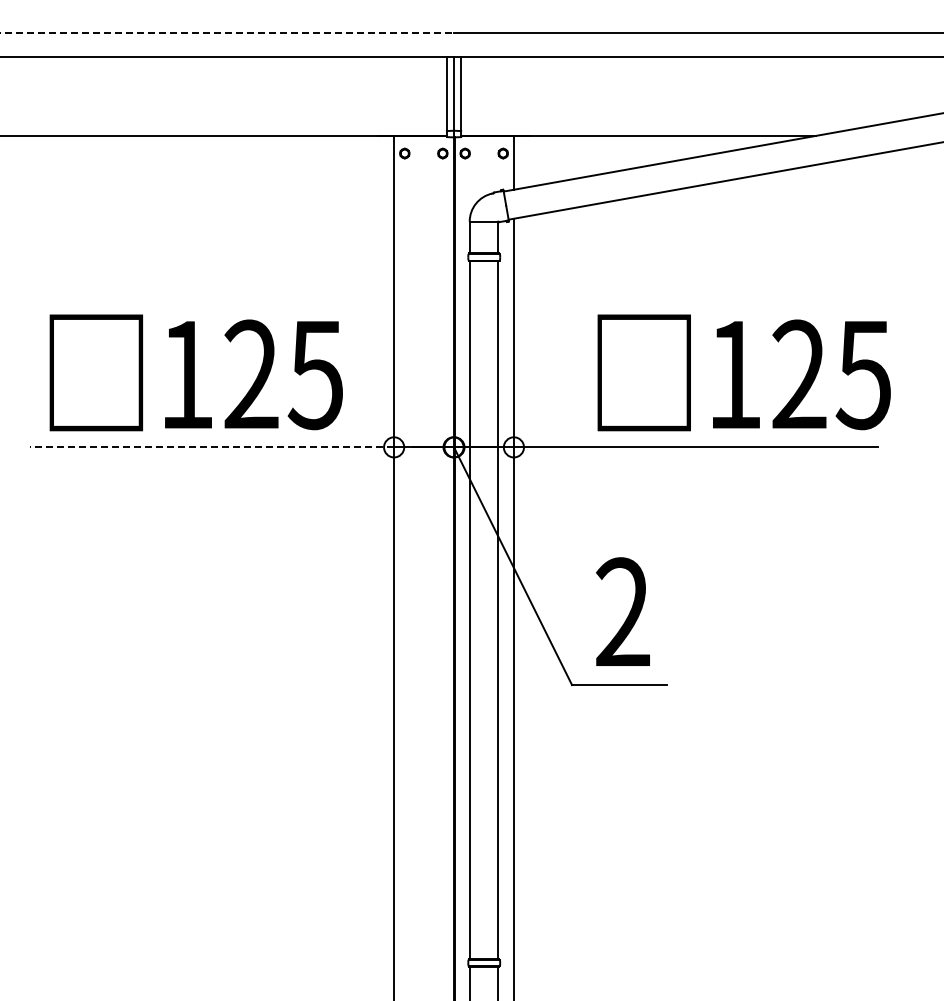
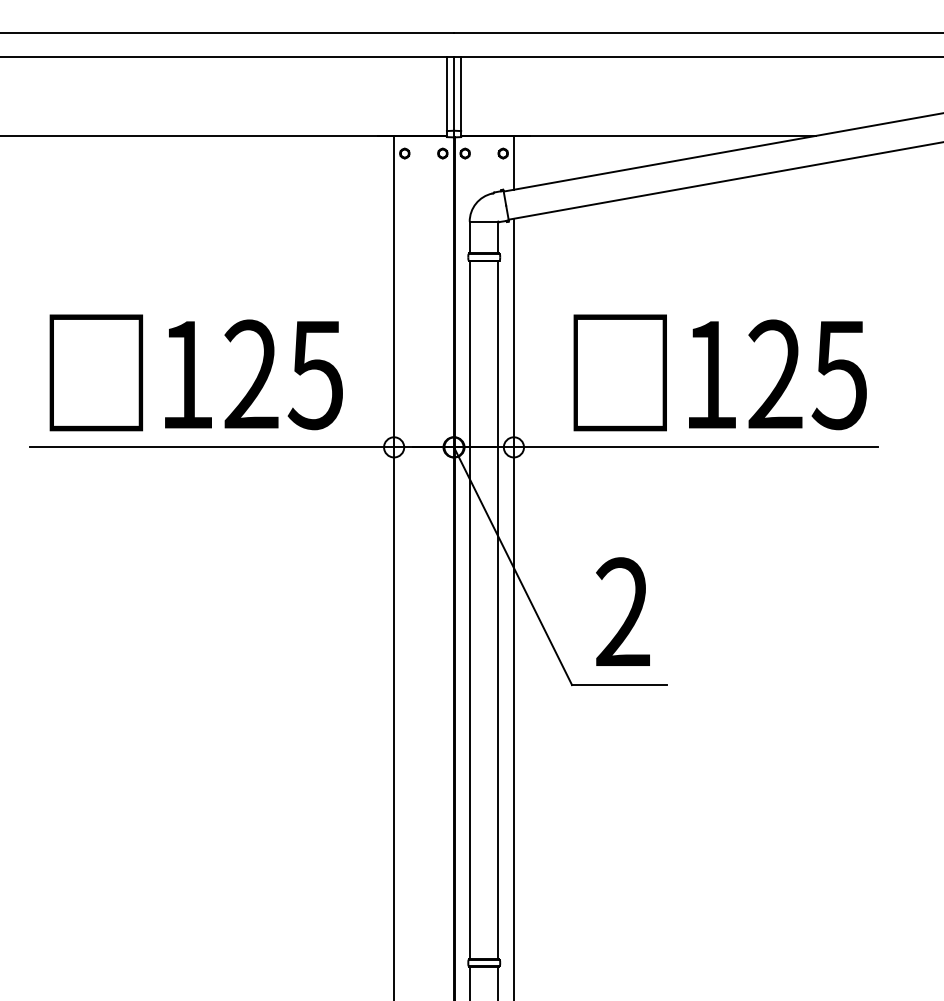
line at (227, 33): dashed -> solid
text at (743, 372) position: (743, 372) -> (719, 372)
line at (212, 447): dashed -> solid
